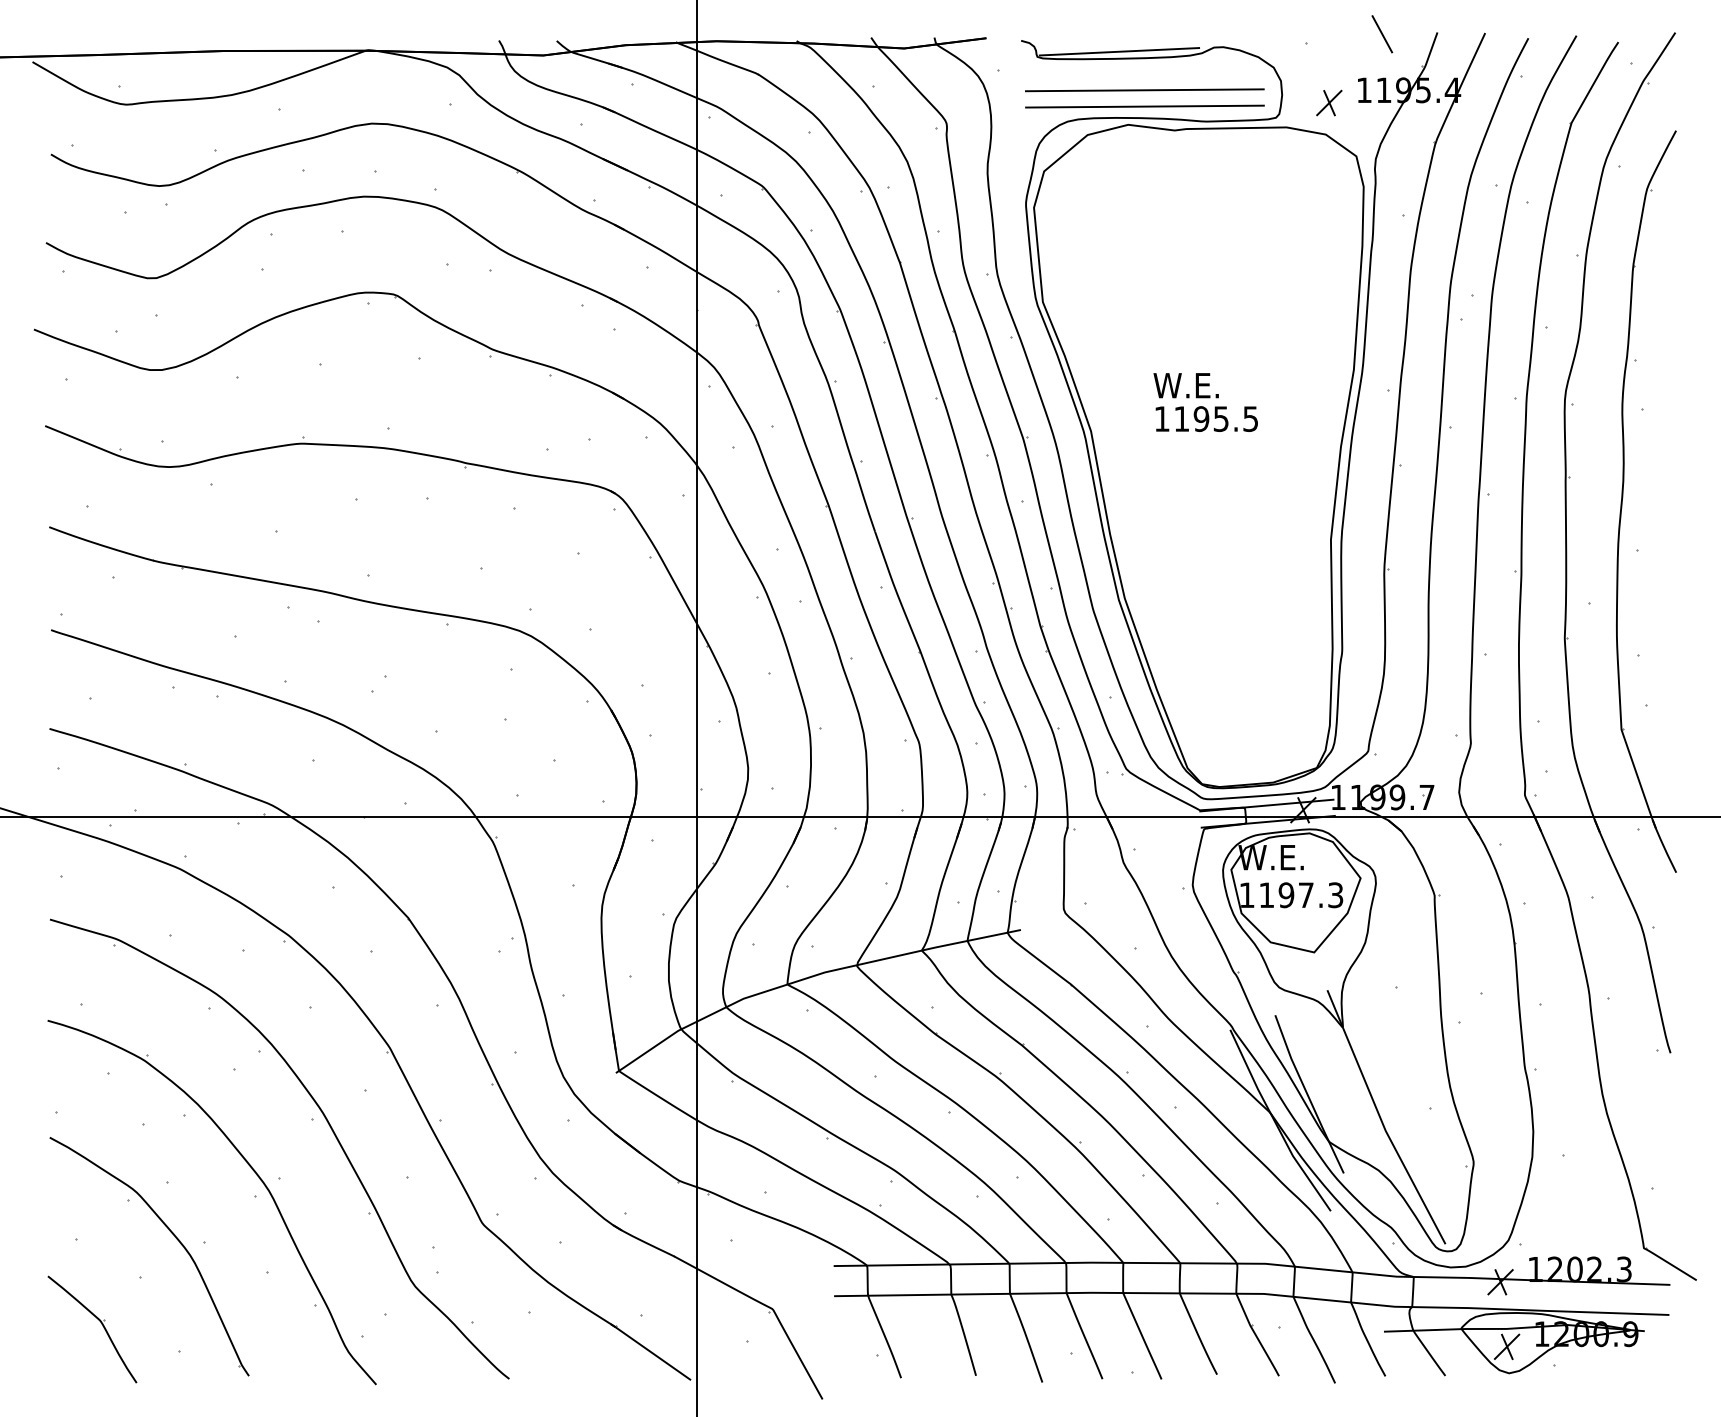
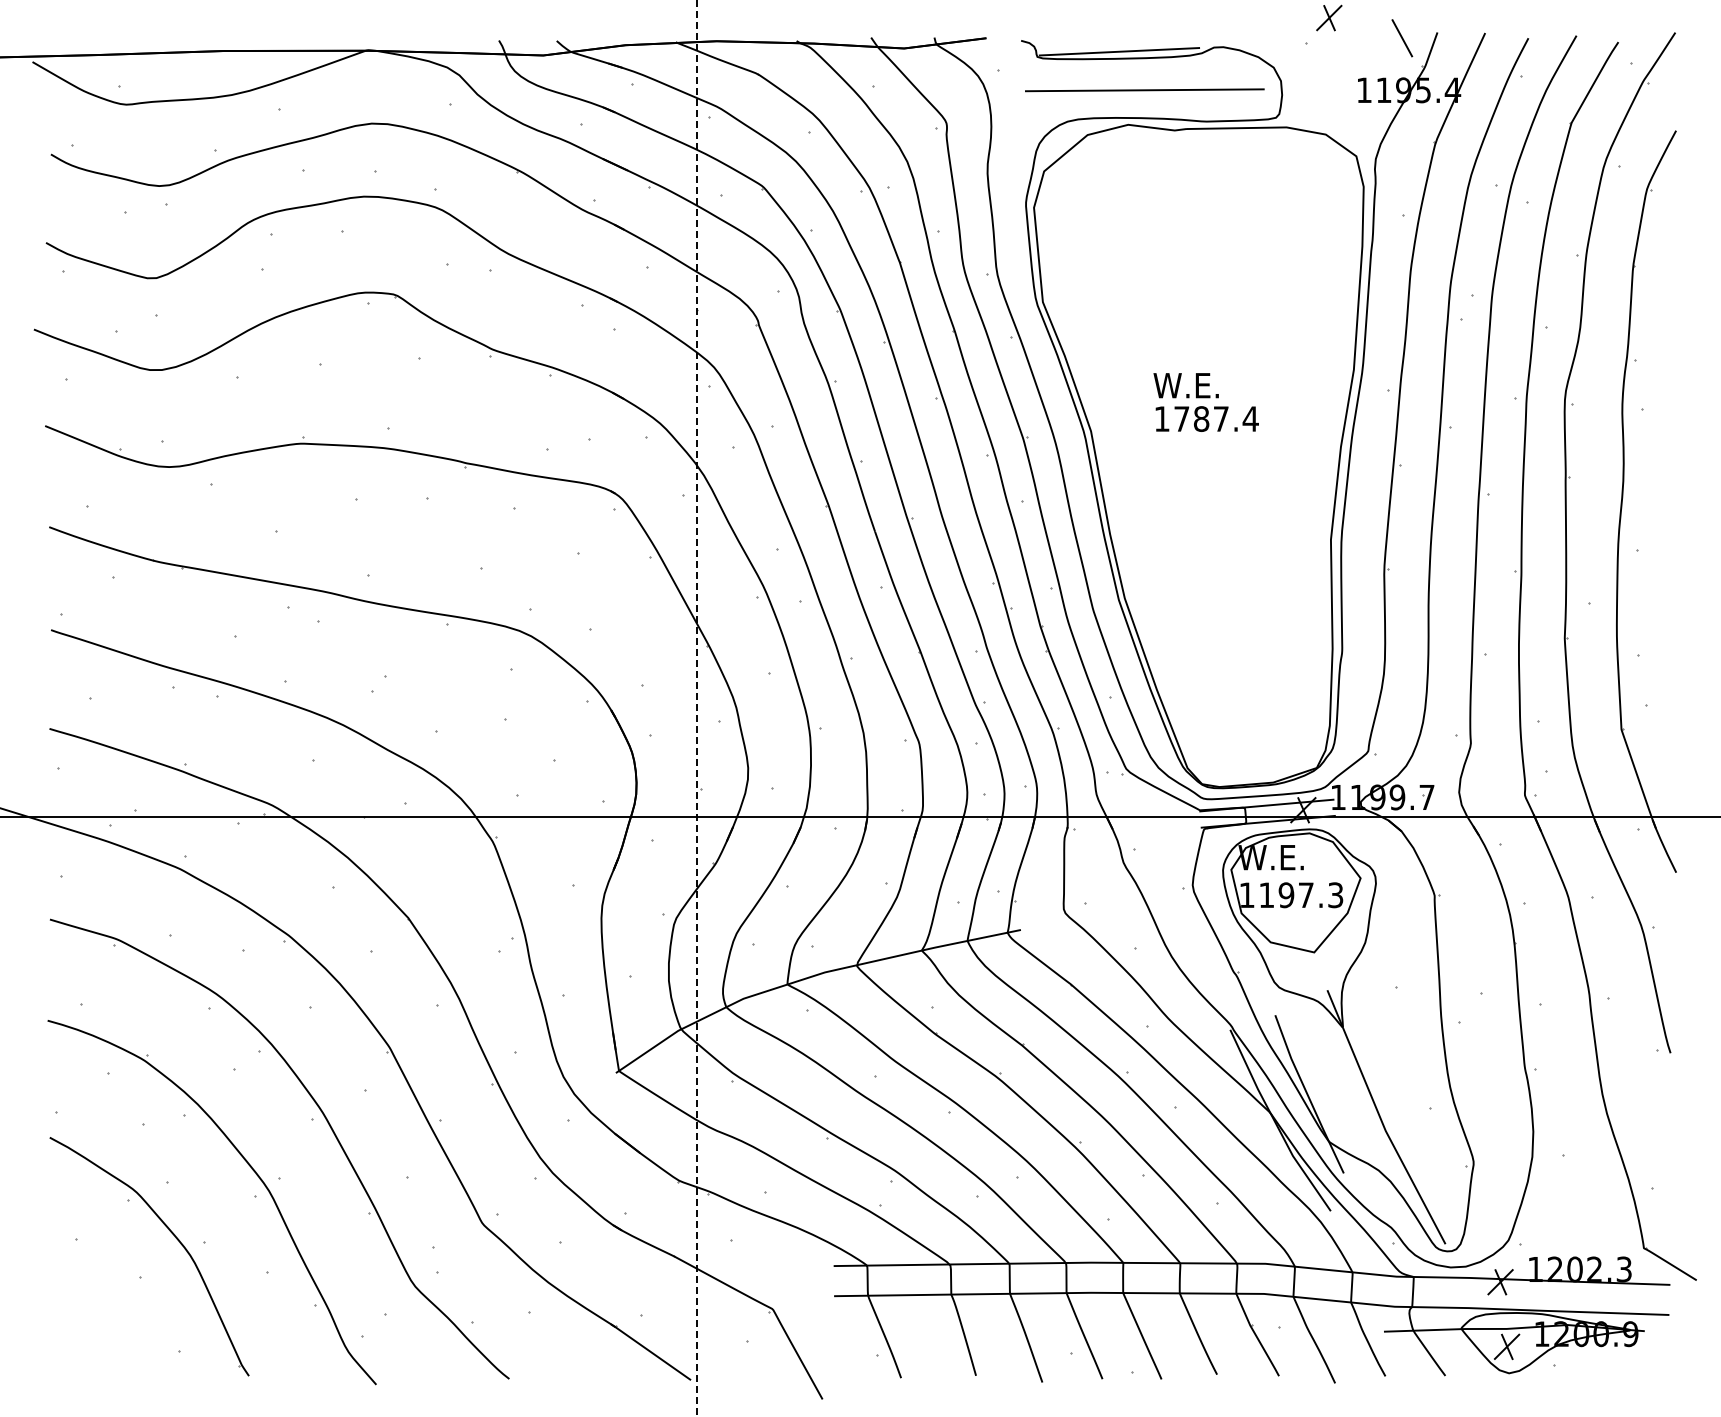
line at (1382, 34) position: (1382, 34) -> (1402, 38)
part at (1329, 102) position: (1329, 102) -> (1329, 17)
line at (1144, 106): present -> none
text at (1216, 419): 1195.5 -> 1787.4
line at (696, 708): solid -> dashed
part at (101, 1324): present -> none
